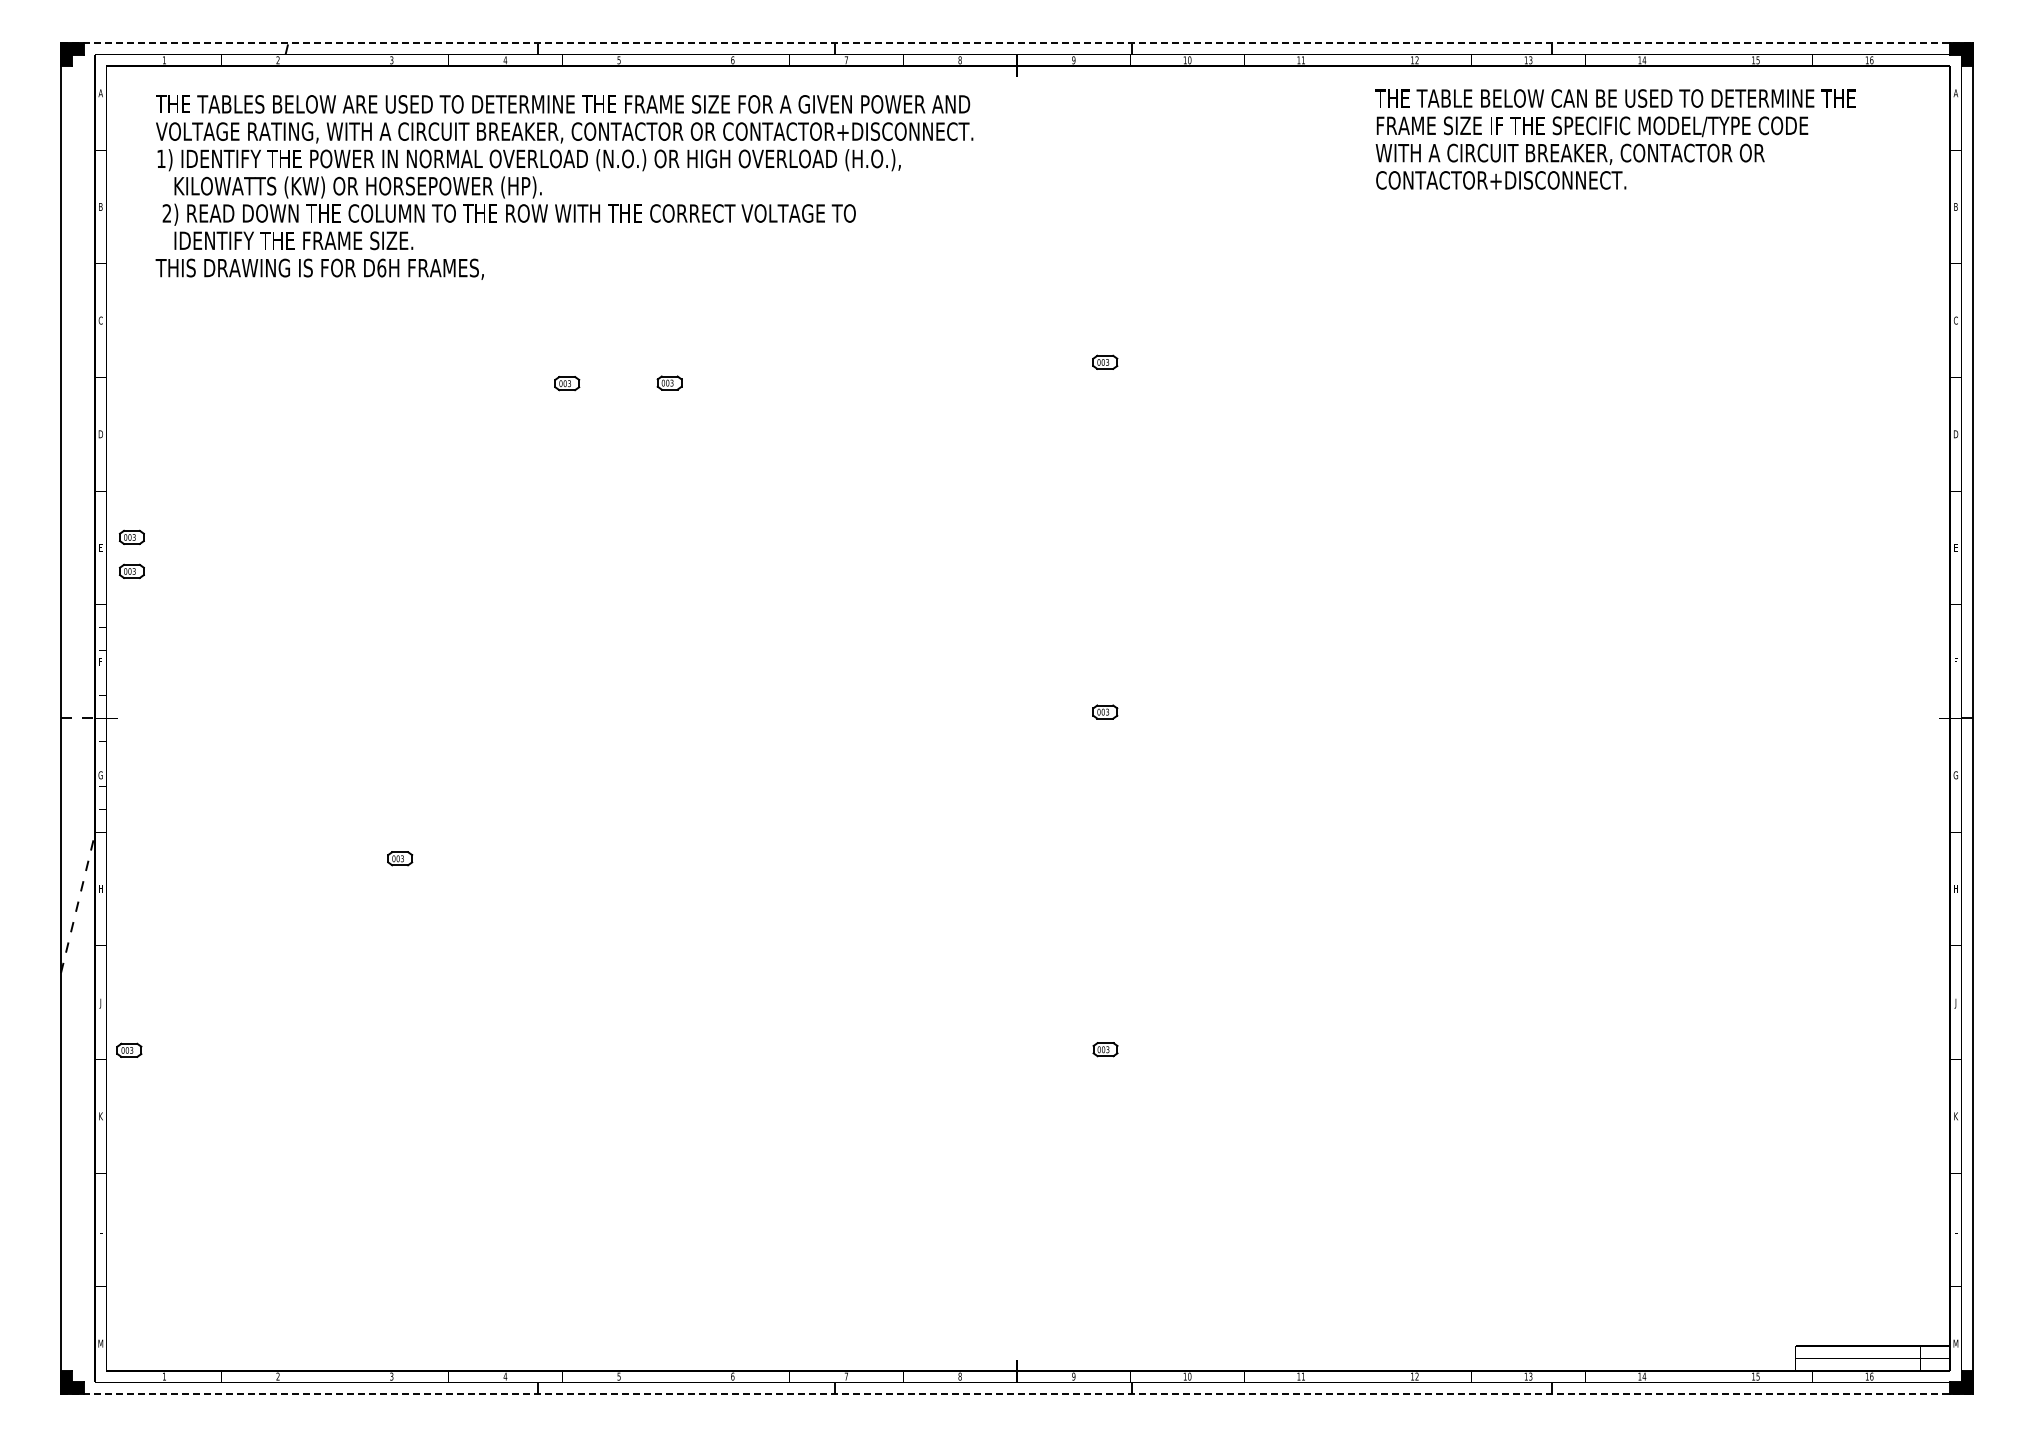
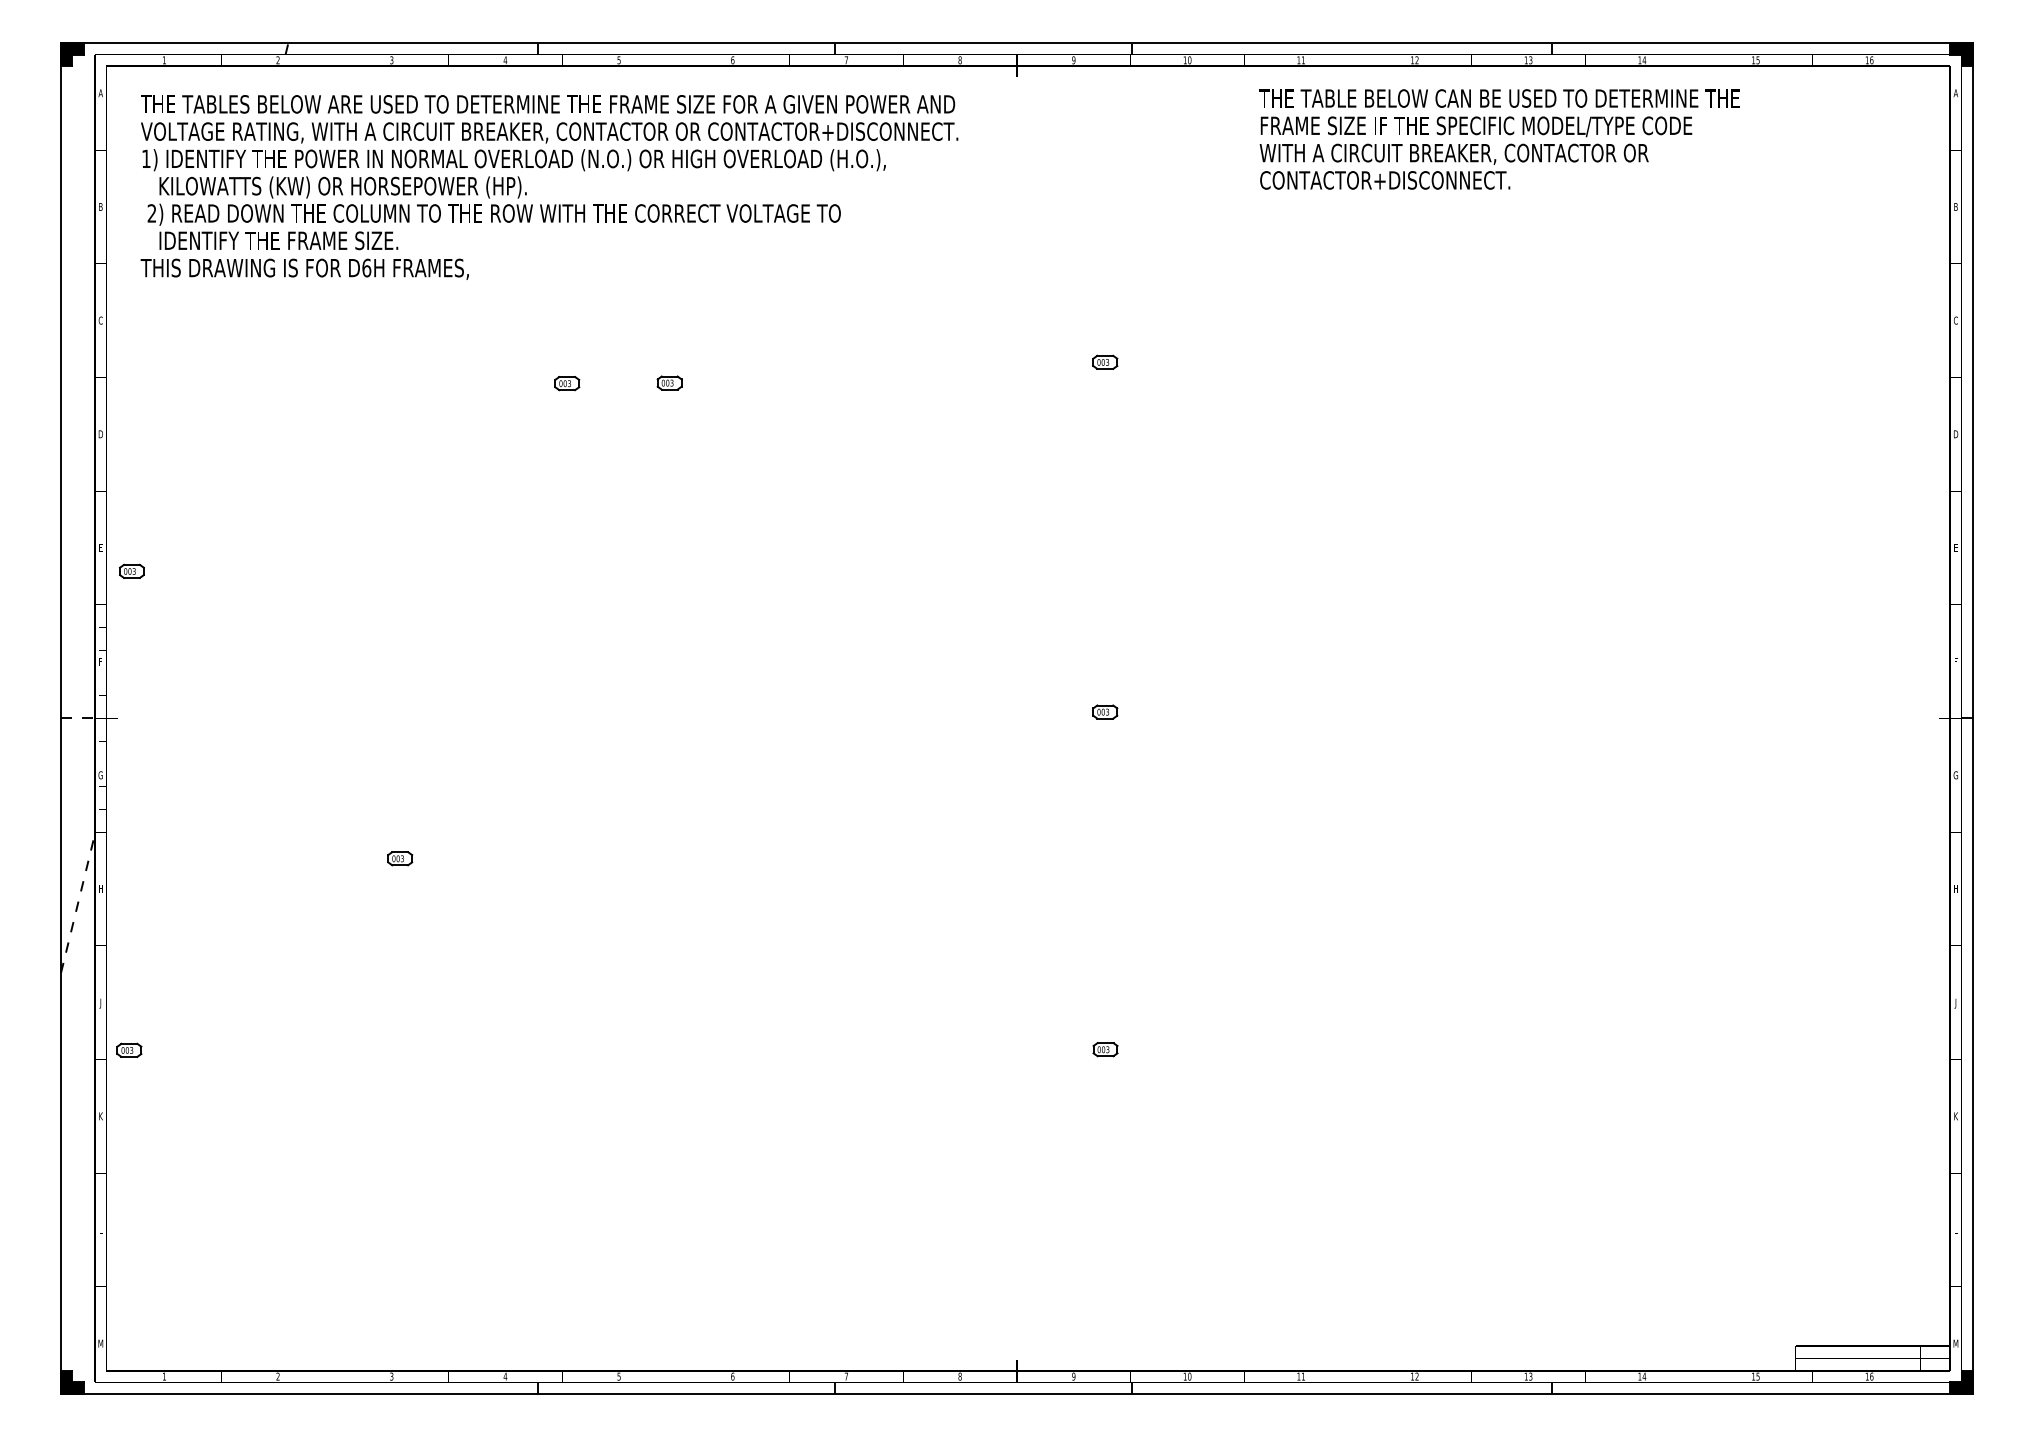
line at (1017, 43): dashed -> solid
text at (1615, 139) position: (1615, 139) -> (1499, 139)
text at (564, 187) position: (564, 187) -> (549, 187)
part at (131, 536): present -> none
line at (1017, 1393): dashed -> solid
